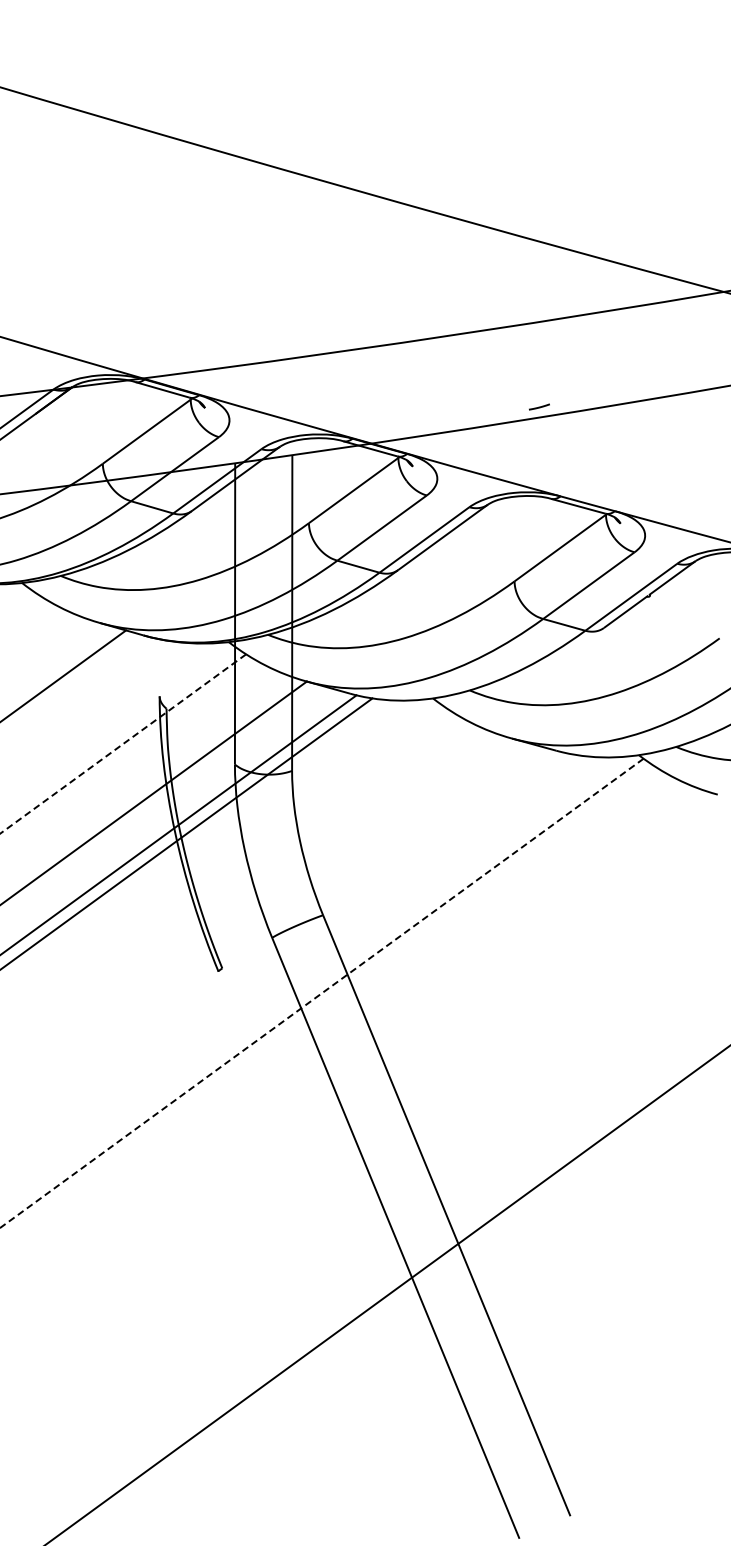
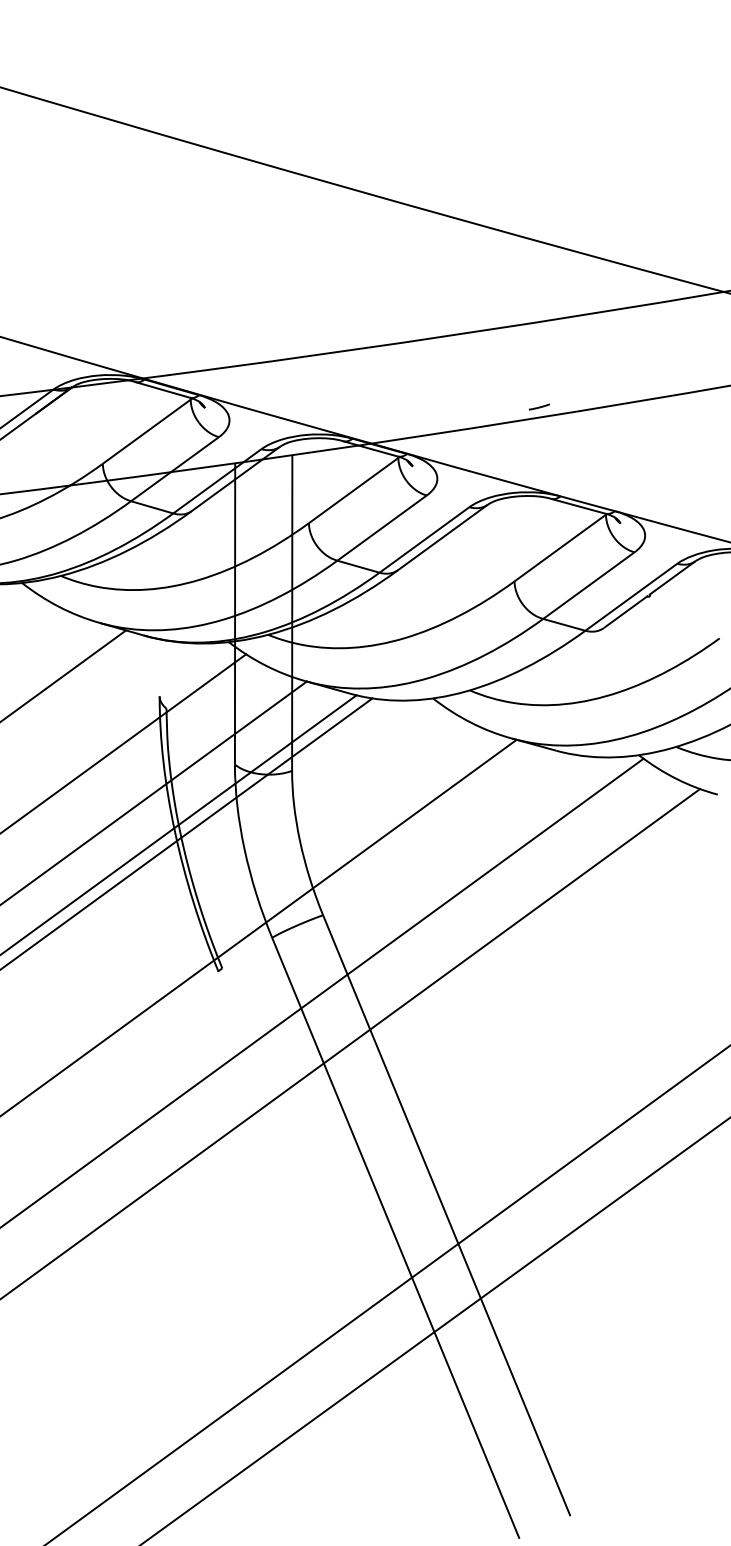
line at (123, 743): dashed -> solid
line at (259, 926): none -> present
line at (321, 993): dashed -> solid
line at (351, 1043): none -> present
line at (435, 1330): none -> present
